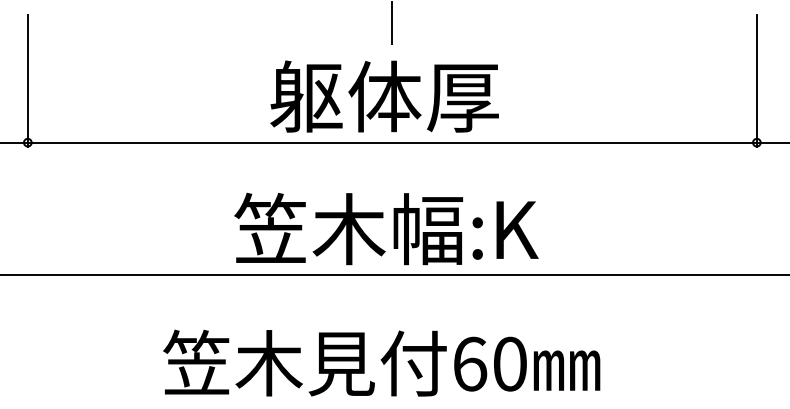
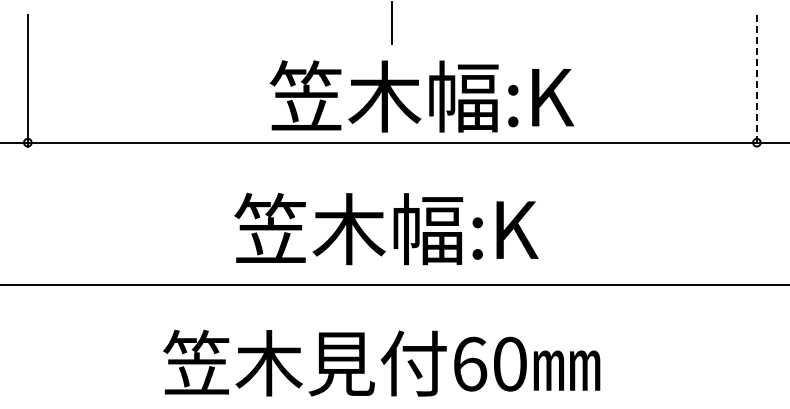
line at (756, 81): solid -> dashed
text at (421, 96): 躯体厚 -> 笠木幅:K
line at (394, 275) position: (394, 275) -> (394, 285)
